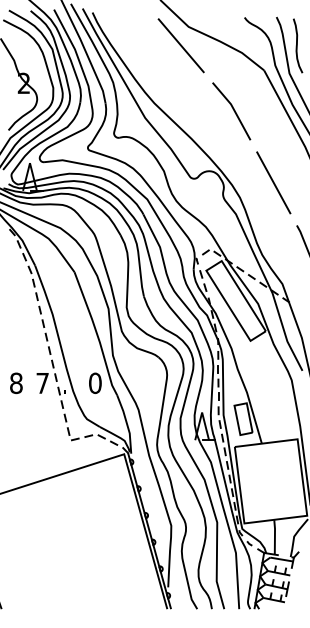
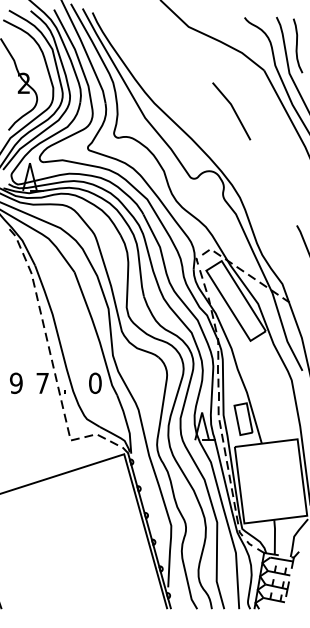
line at (180, 45): present -> none
line at (273, 182): present -> none
text at (16, 383): 8 -> 9
